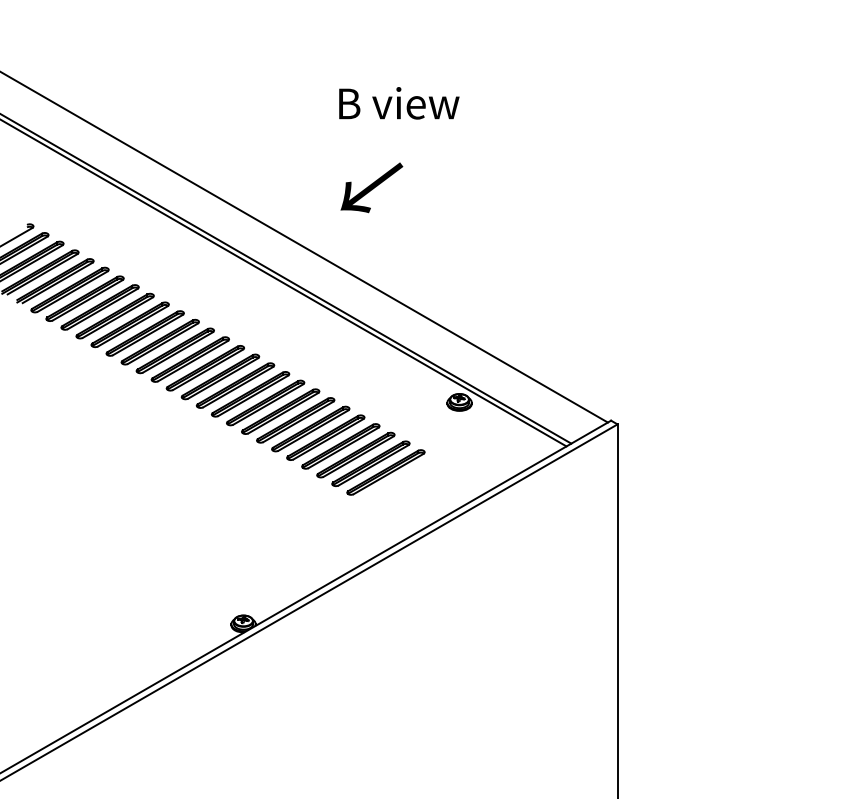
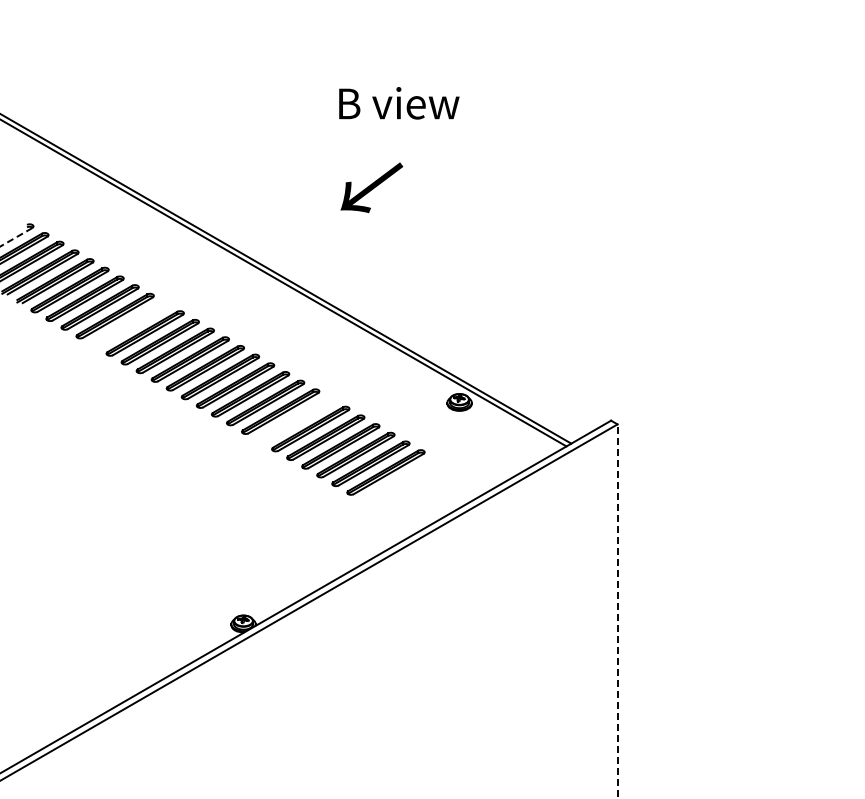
line at (16, 237): solid -> dashed
line at (304, 247): present -> none
part at (129, 324): present -> none
part at (295, 420): present -> none
line at (617, 611): solid -> dashed
